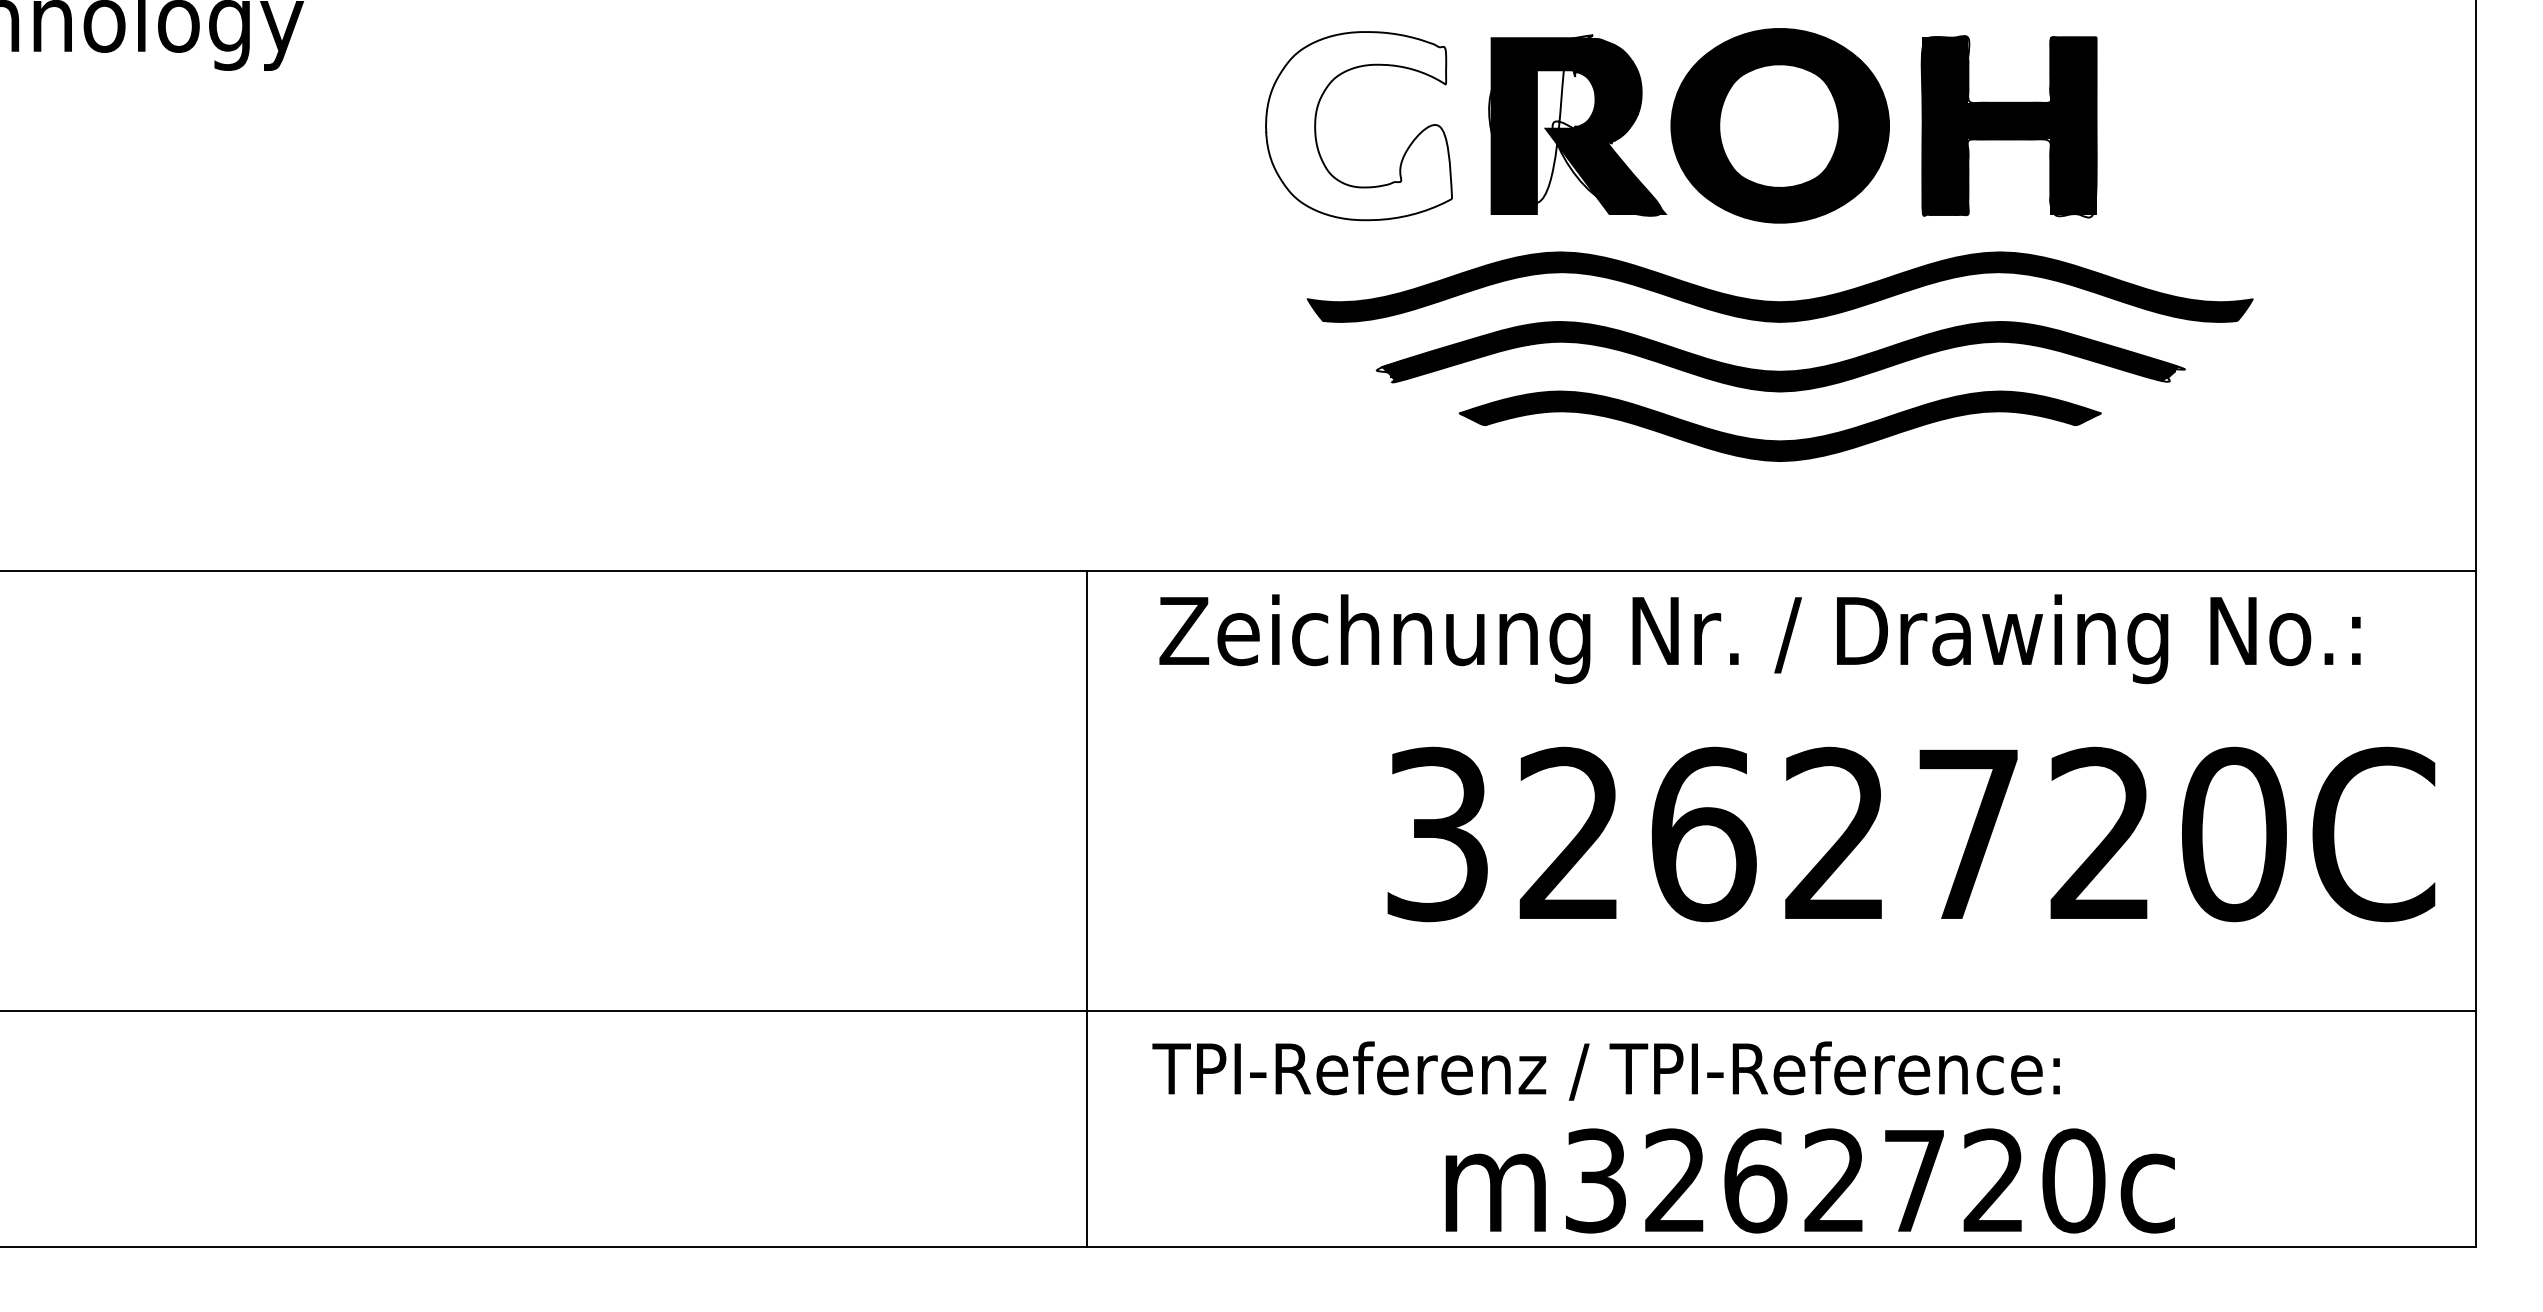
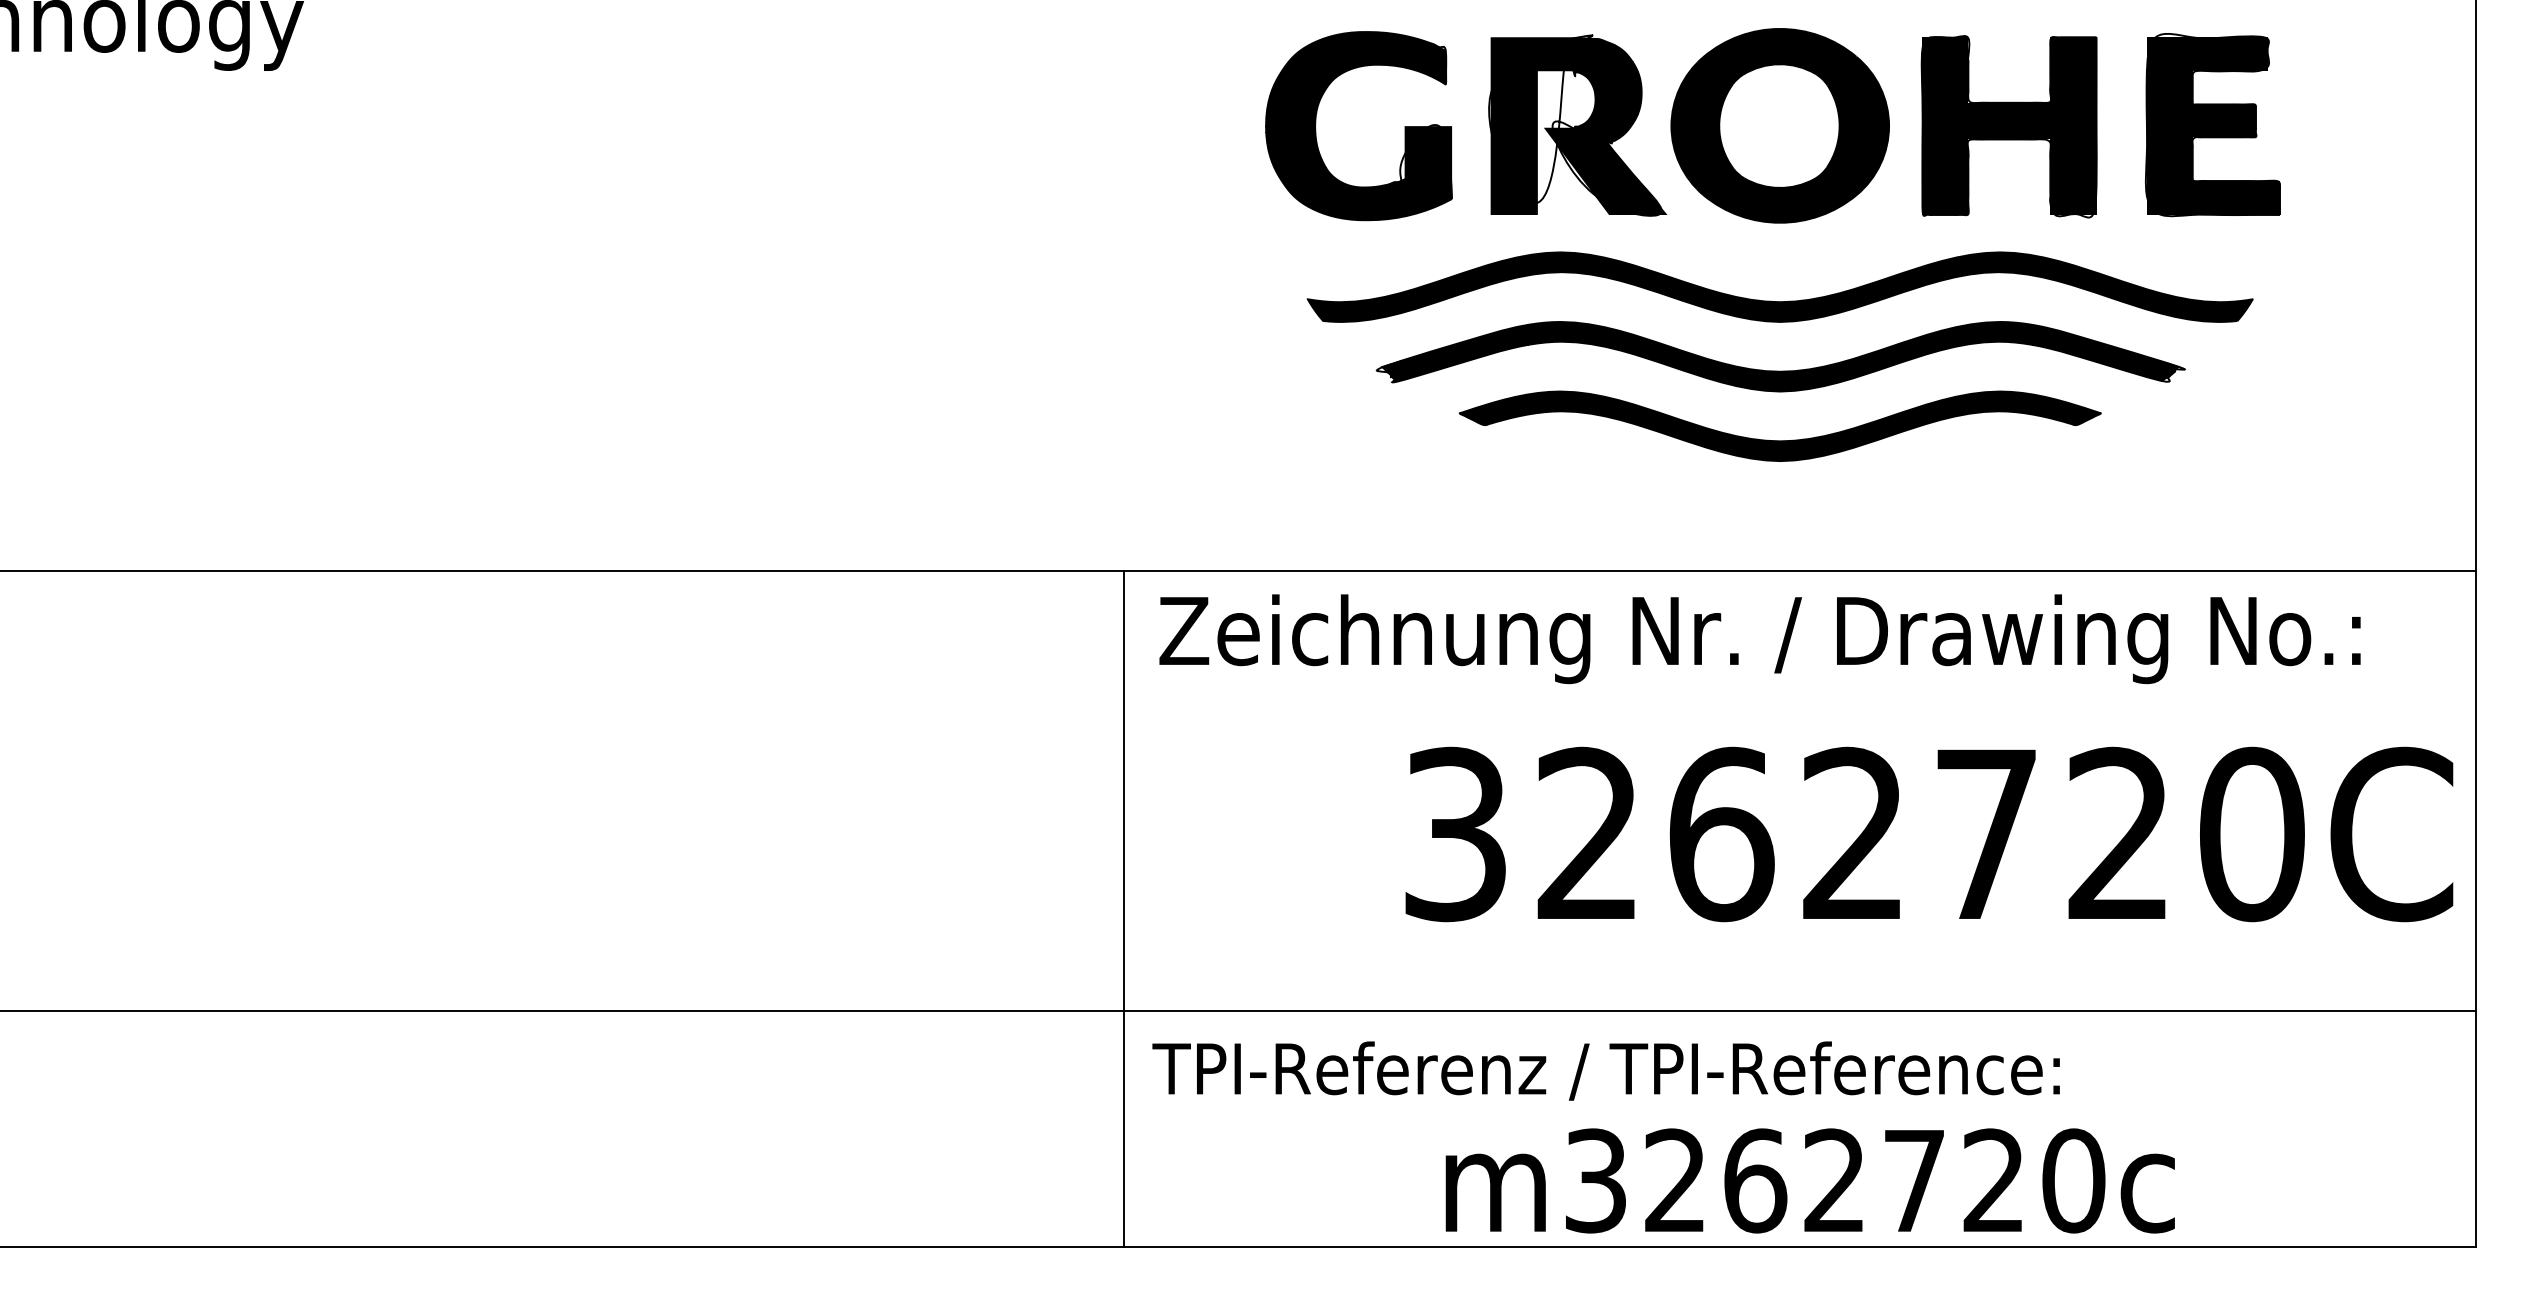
part at (2212, 125): none -> present
fill at (1359, 126): none -> present
text at (1911, 834) position: (1911, 834) -> (1929, 834)
line at (1086, 909) position: (1086, 909) -> (1123, 909)
